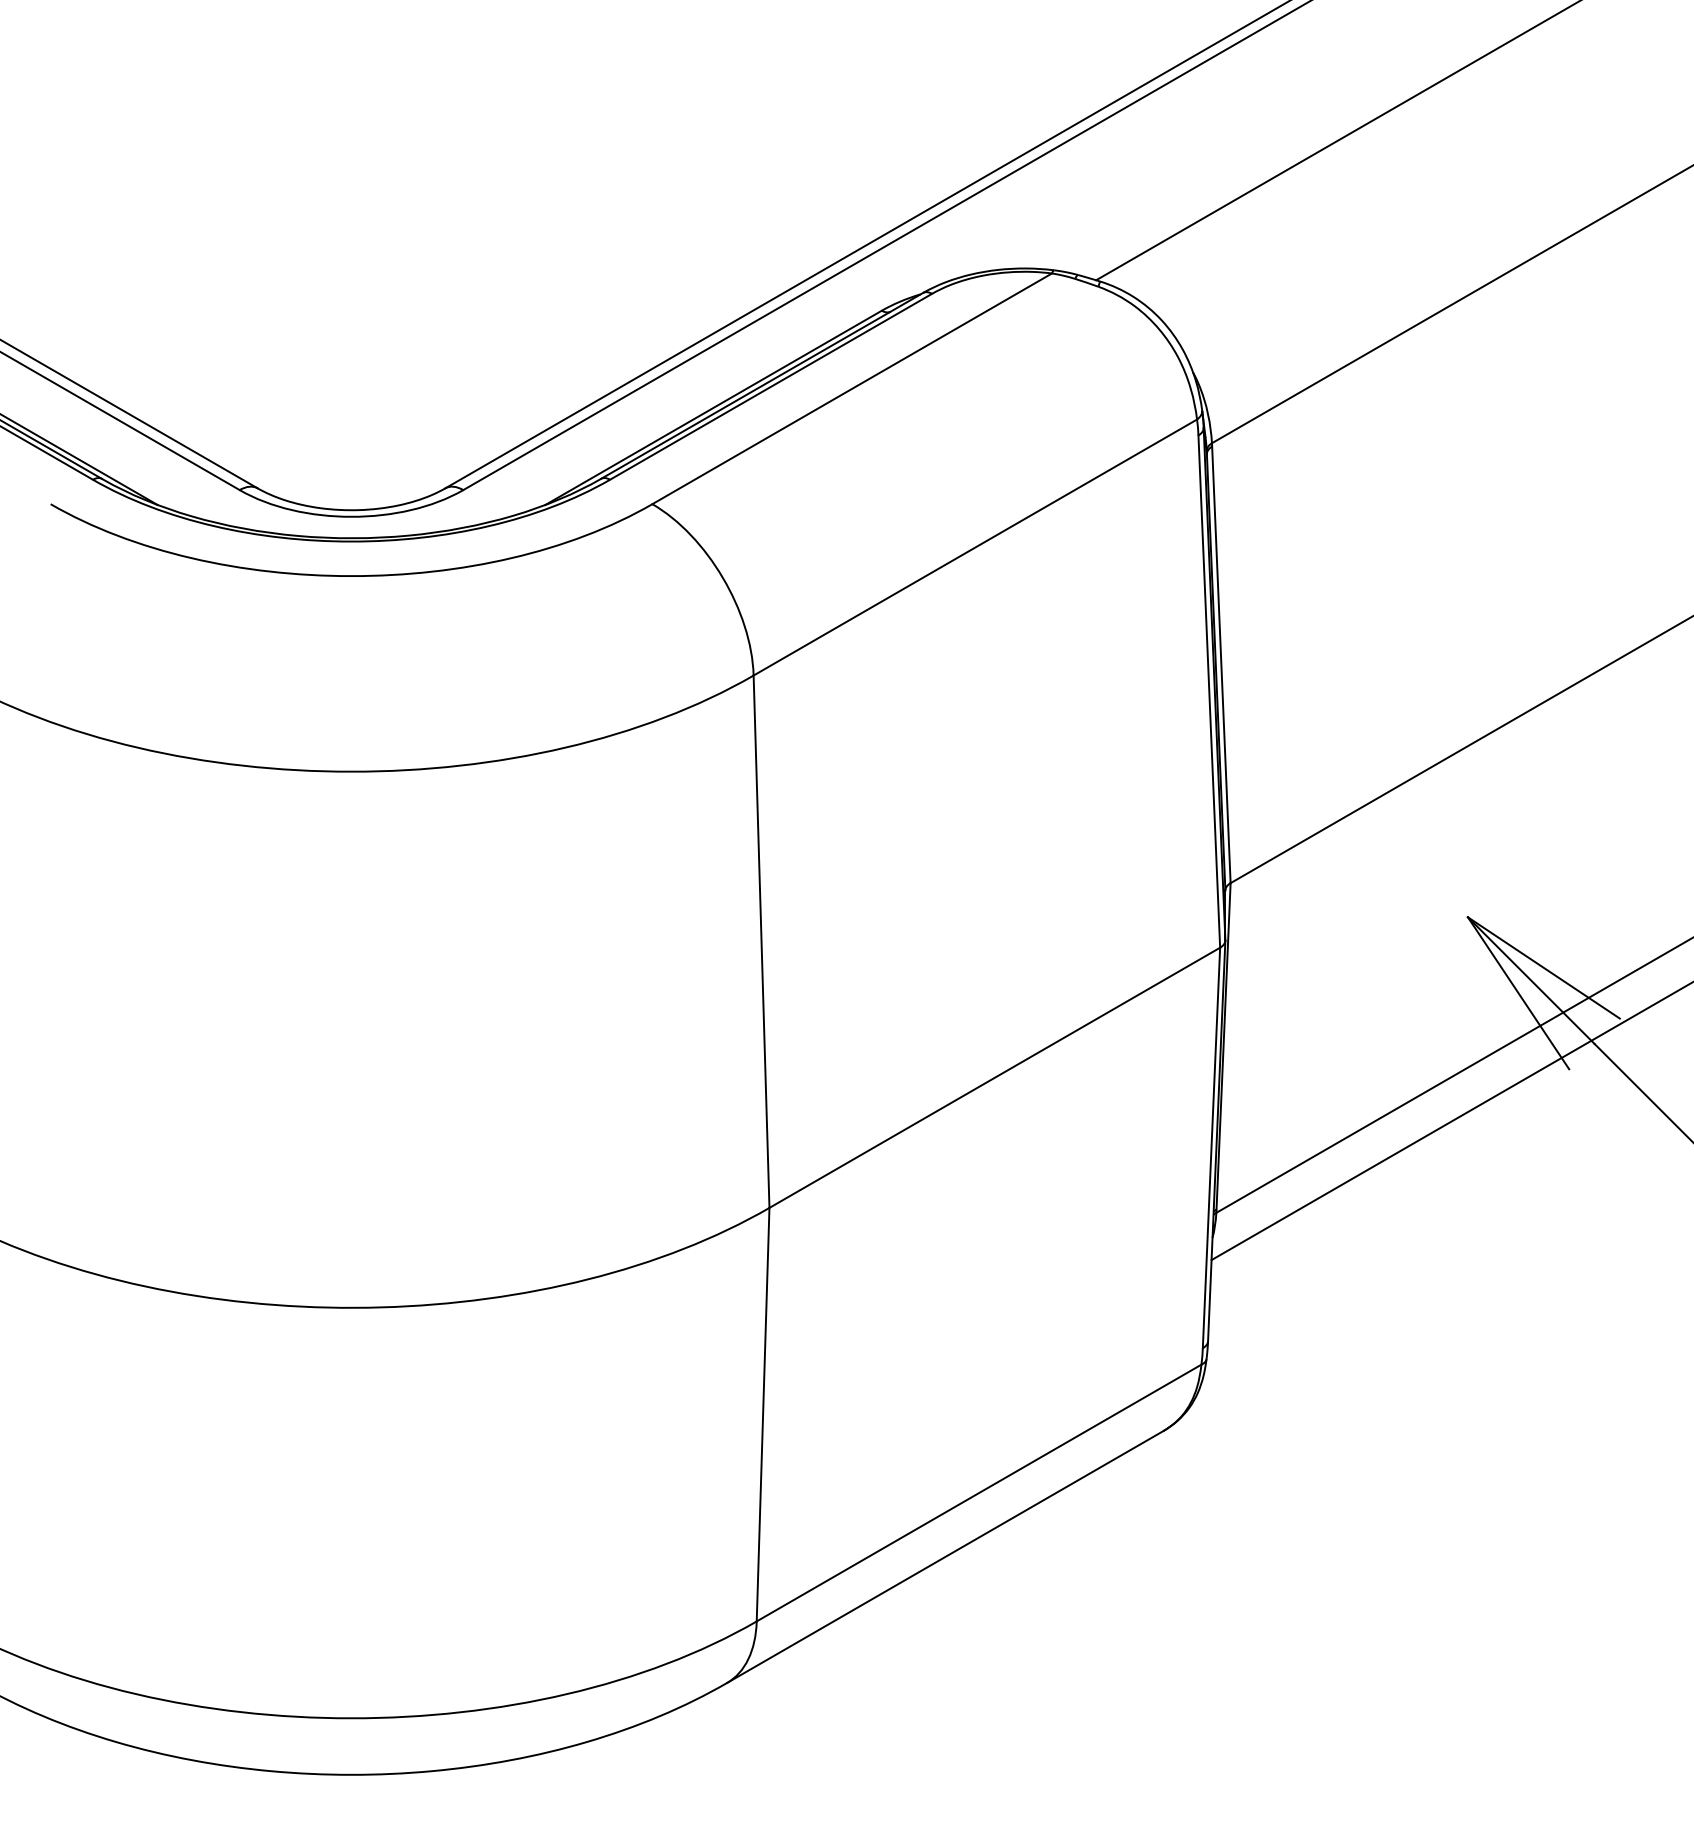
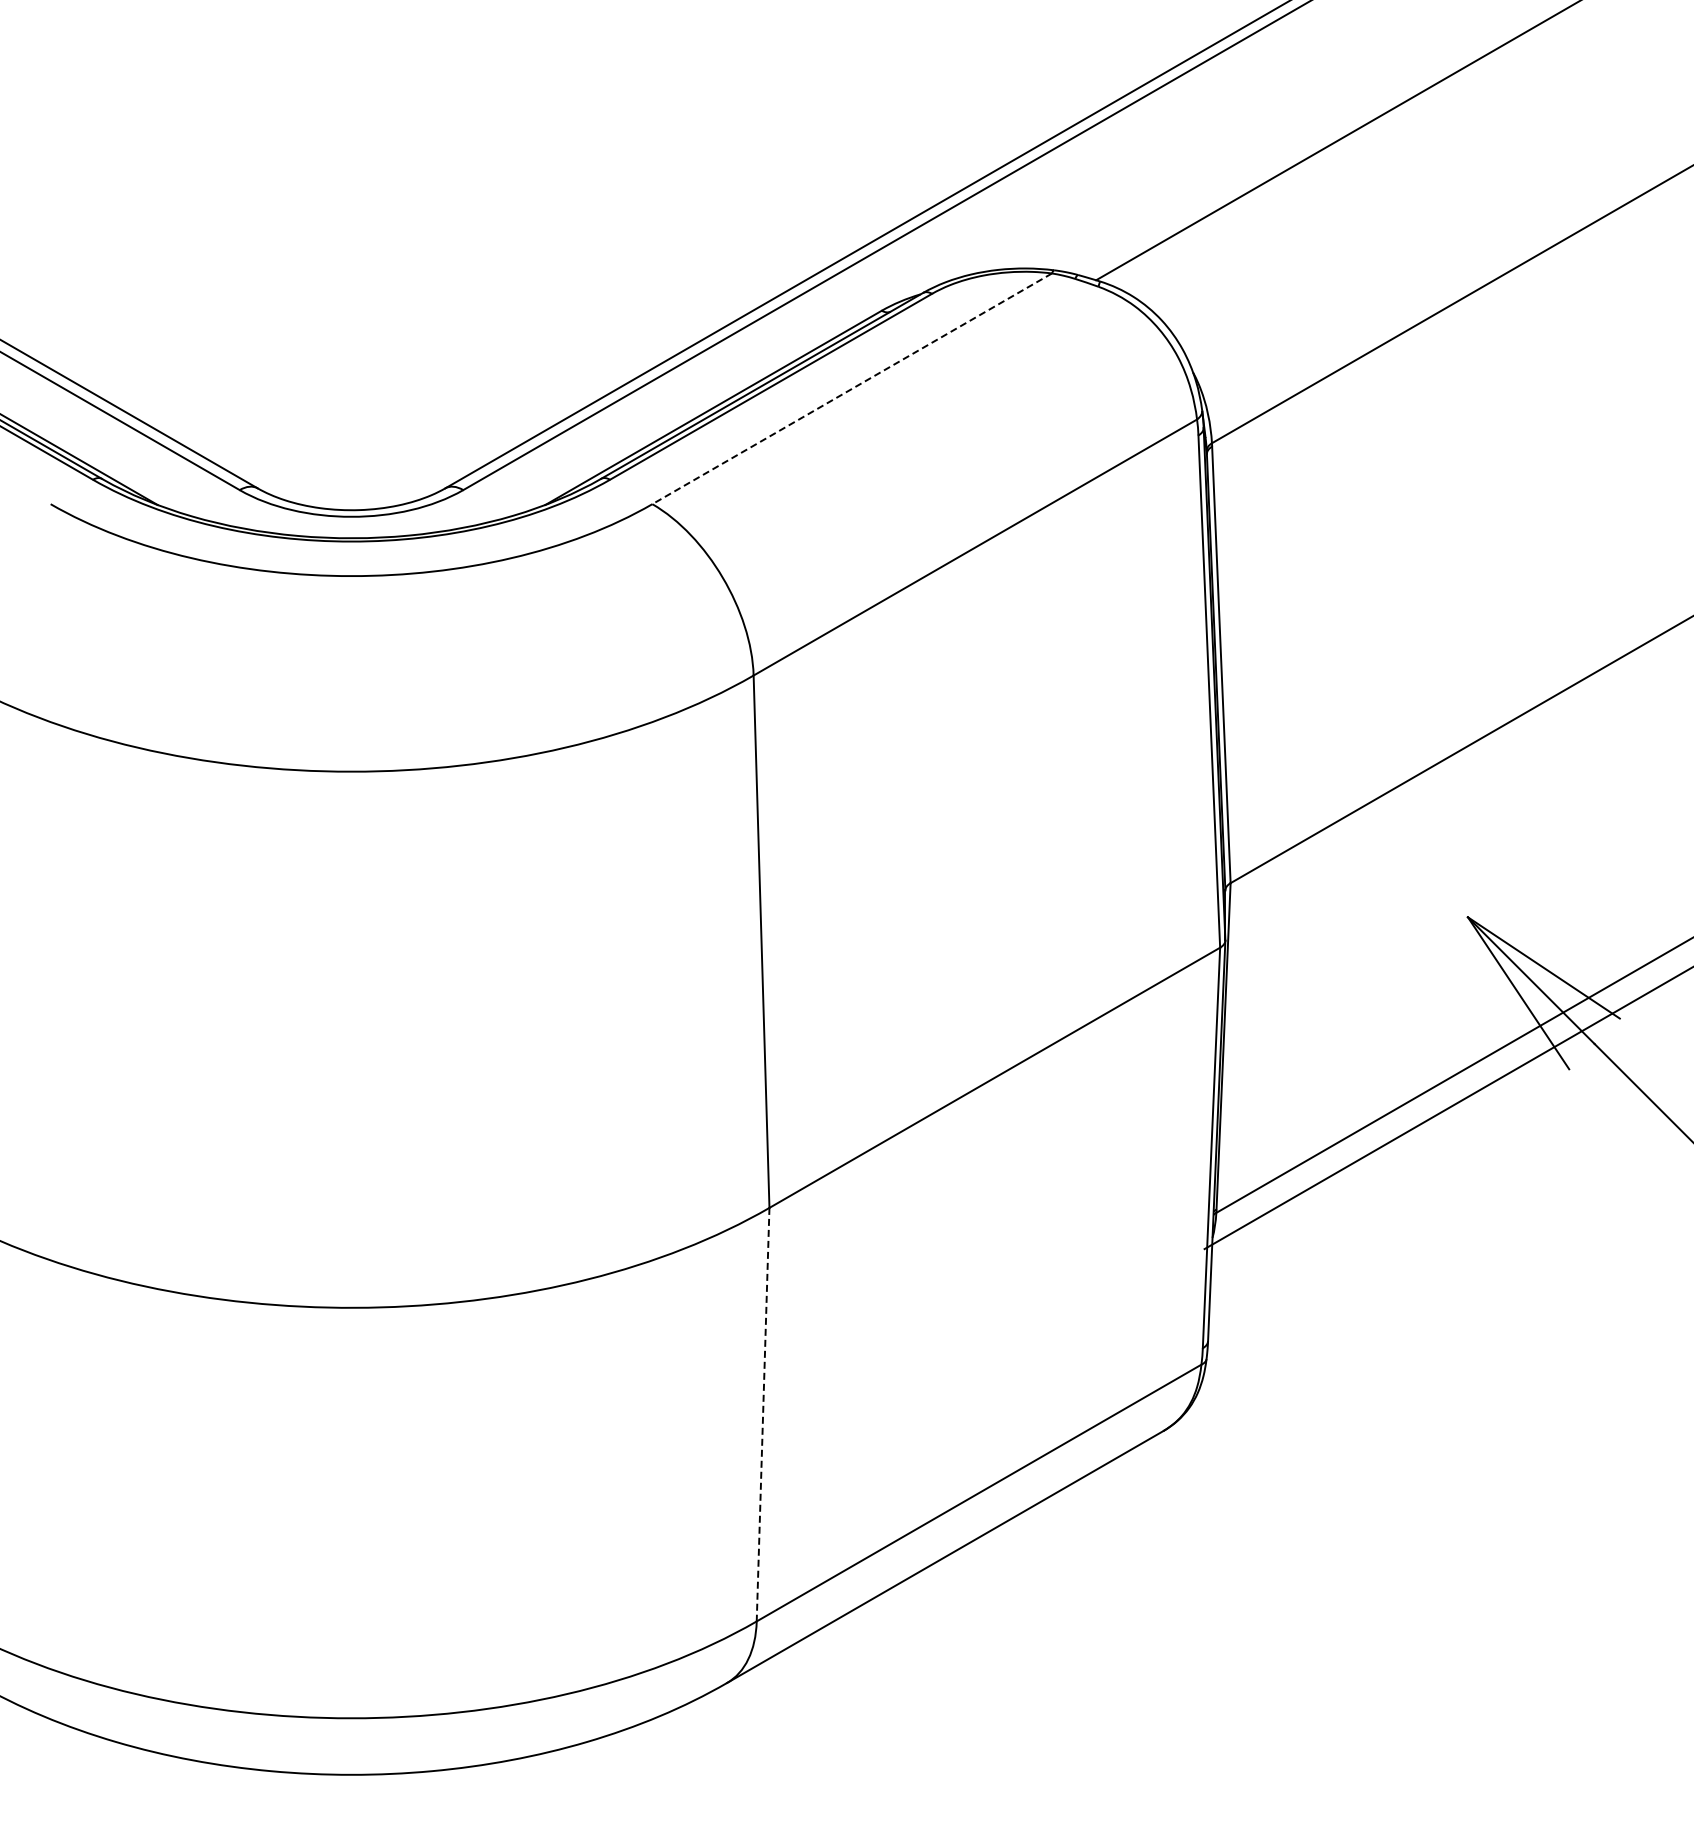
line at (852, 388): solid -> dashed
line at (1450, 1121) position: (1450, 1121) -> (1447, 1108)
line at (763, 1414): solid -> dashed
